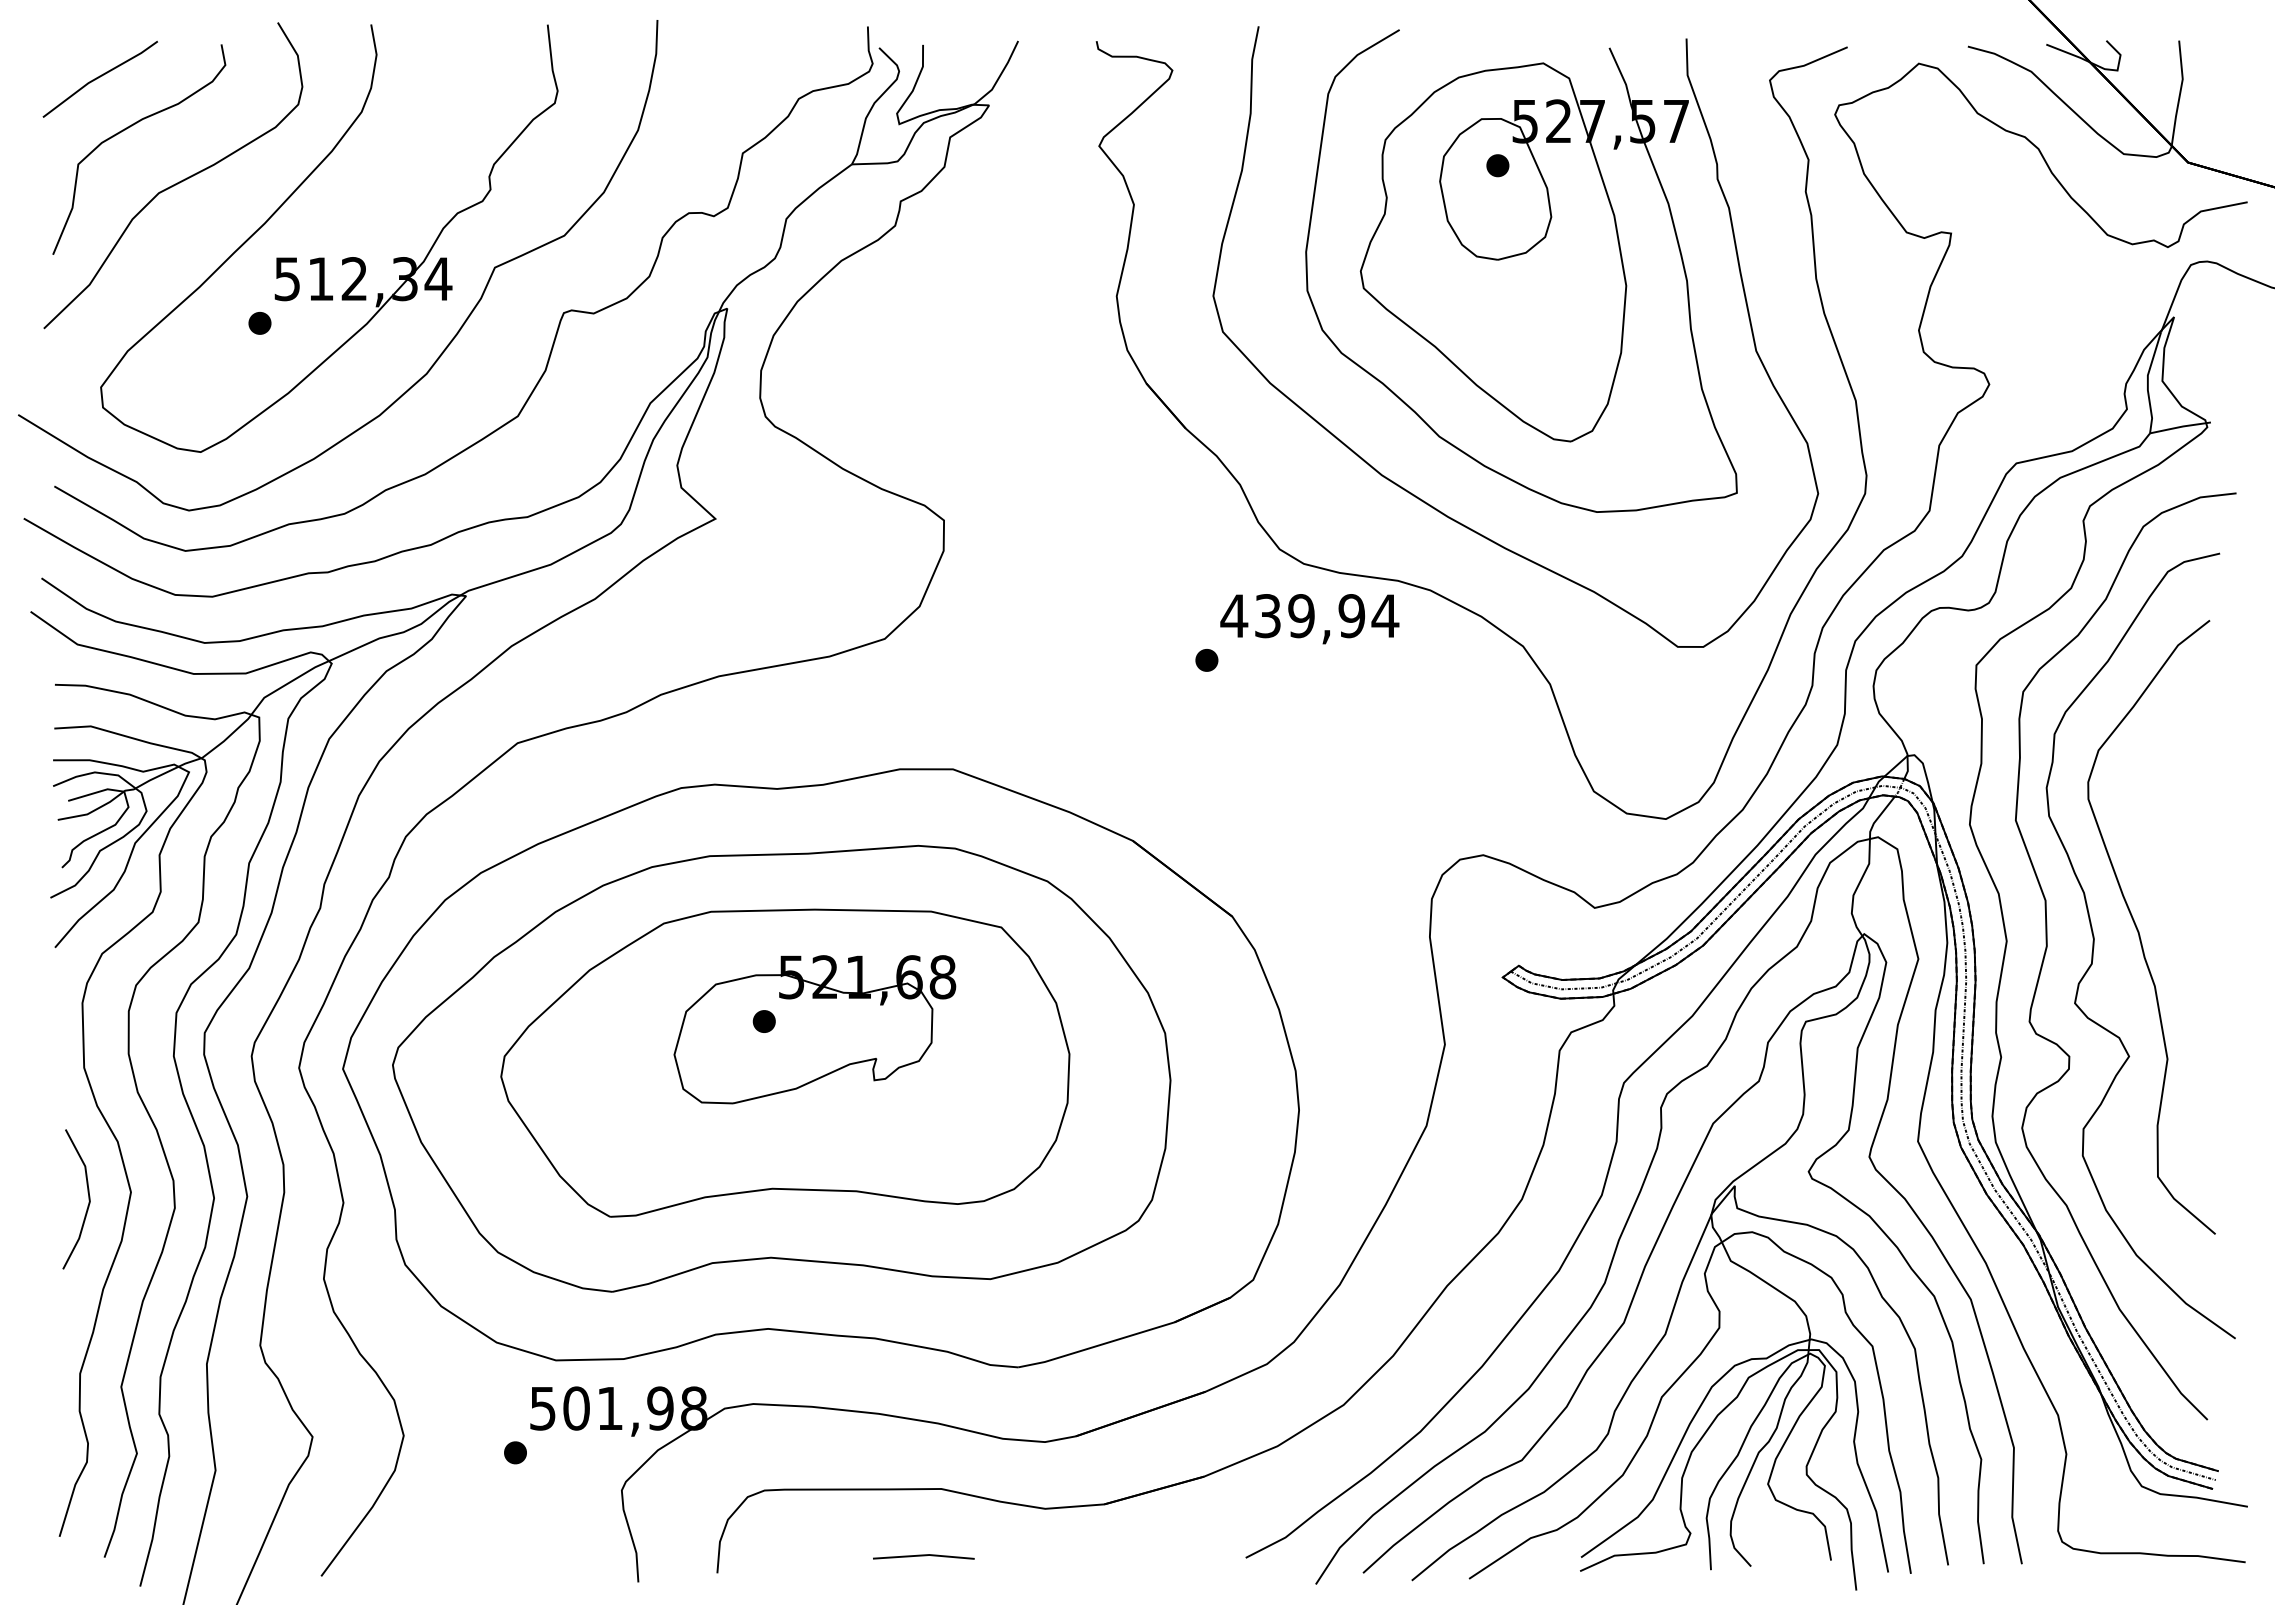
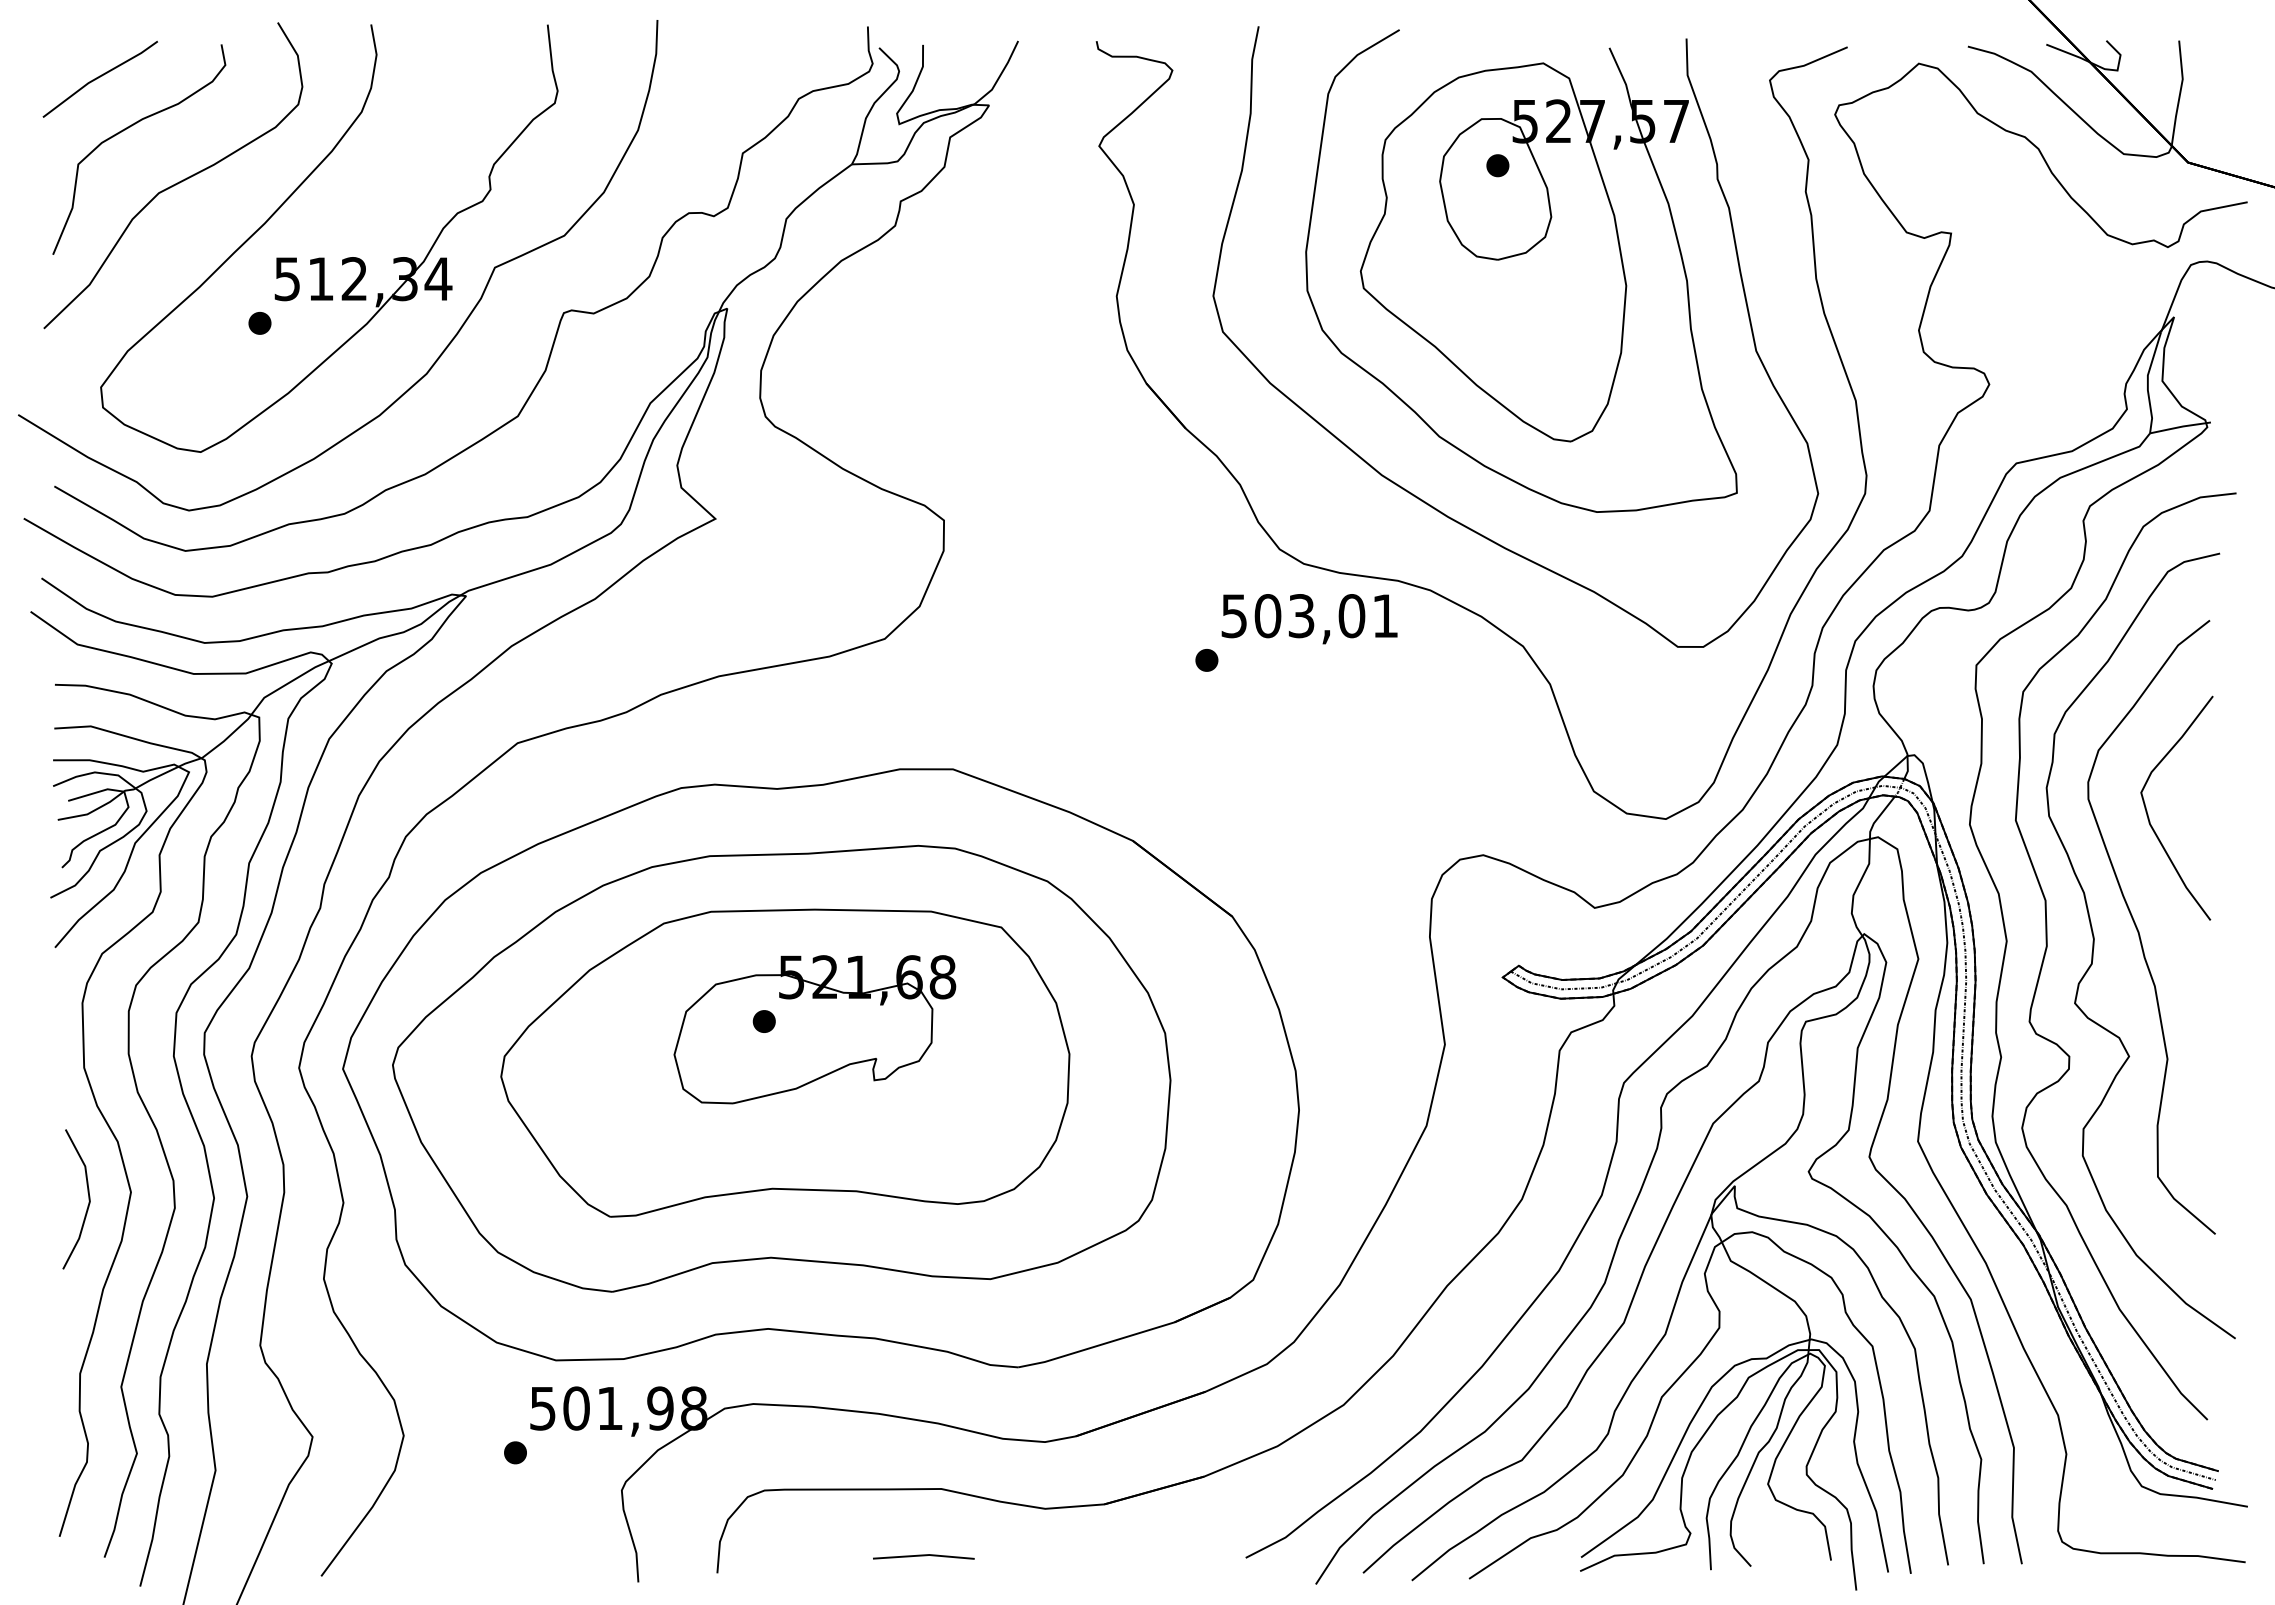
text at (1309, 616): 439,94 -> 503,01
curve at (2149, 817): none -> present
